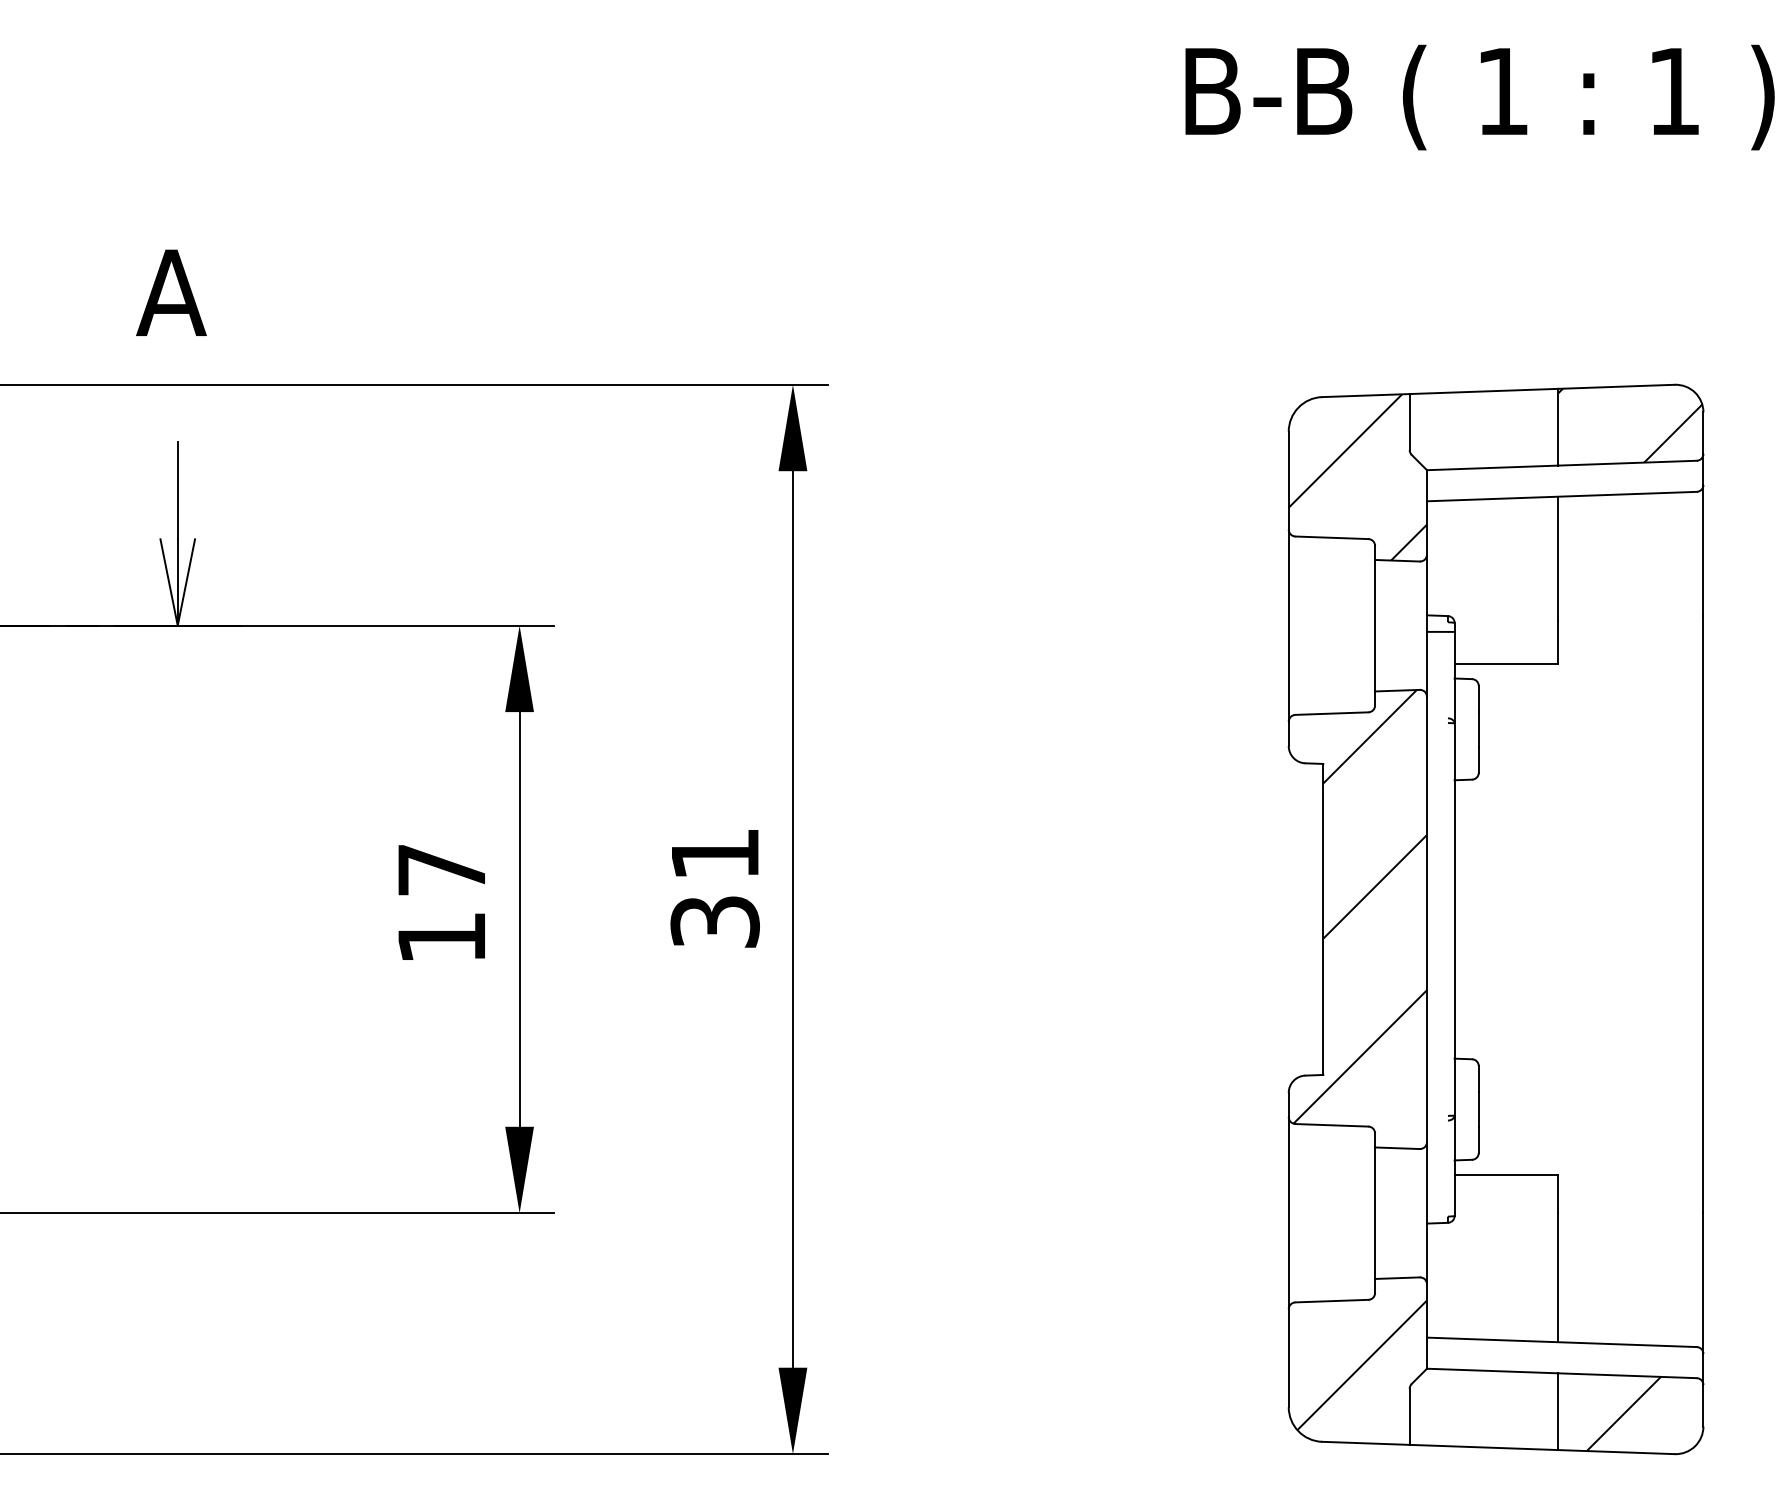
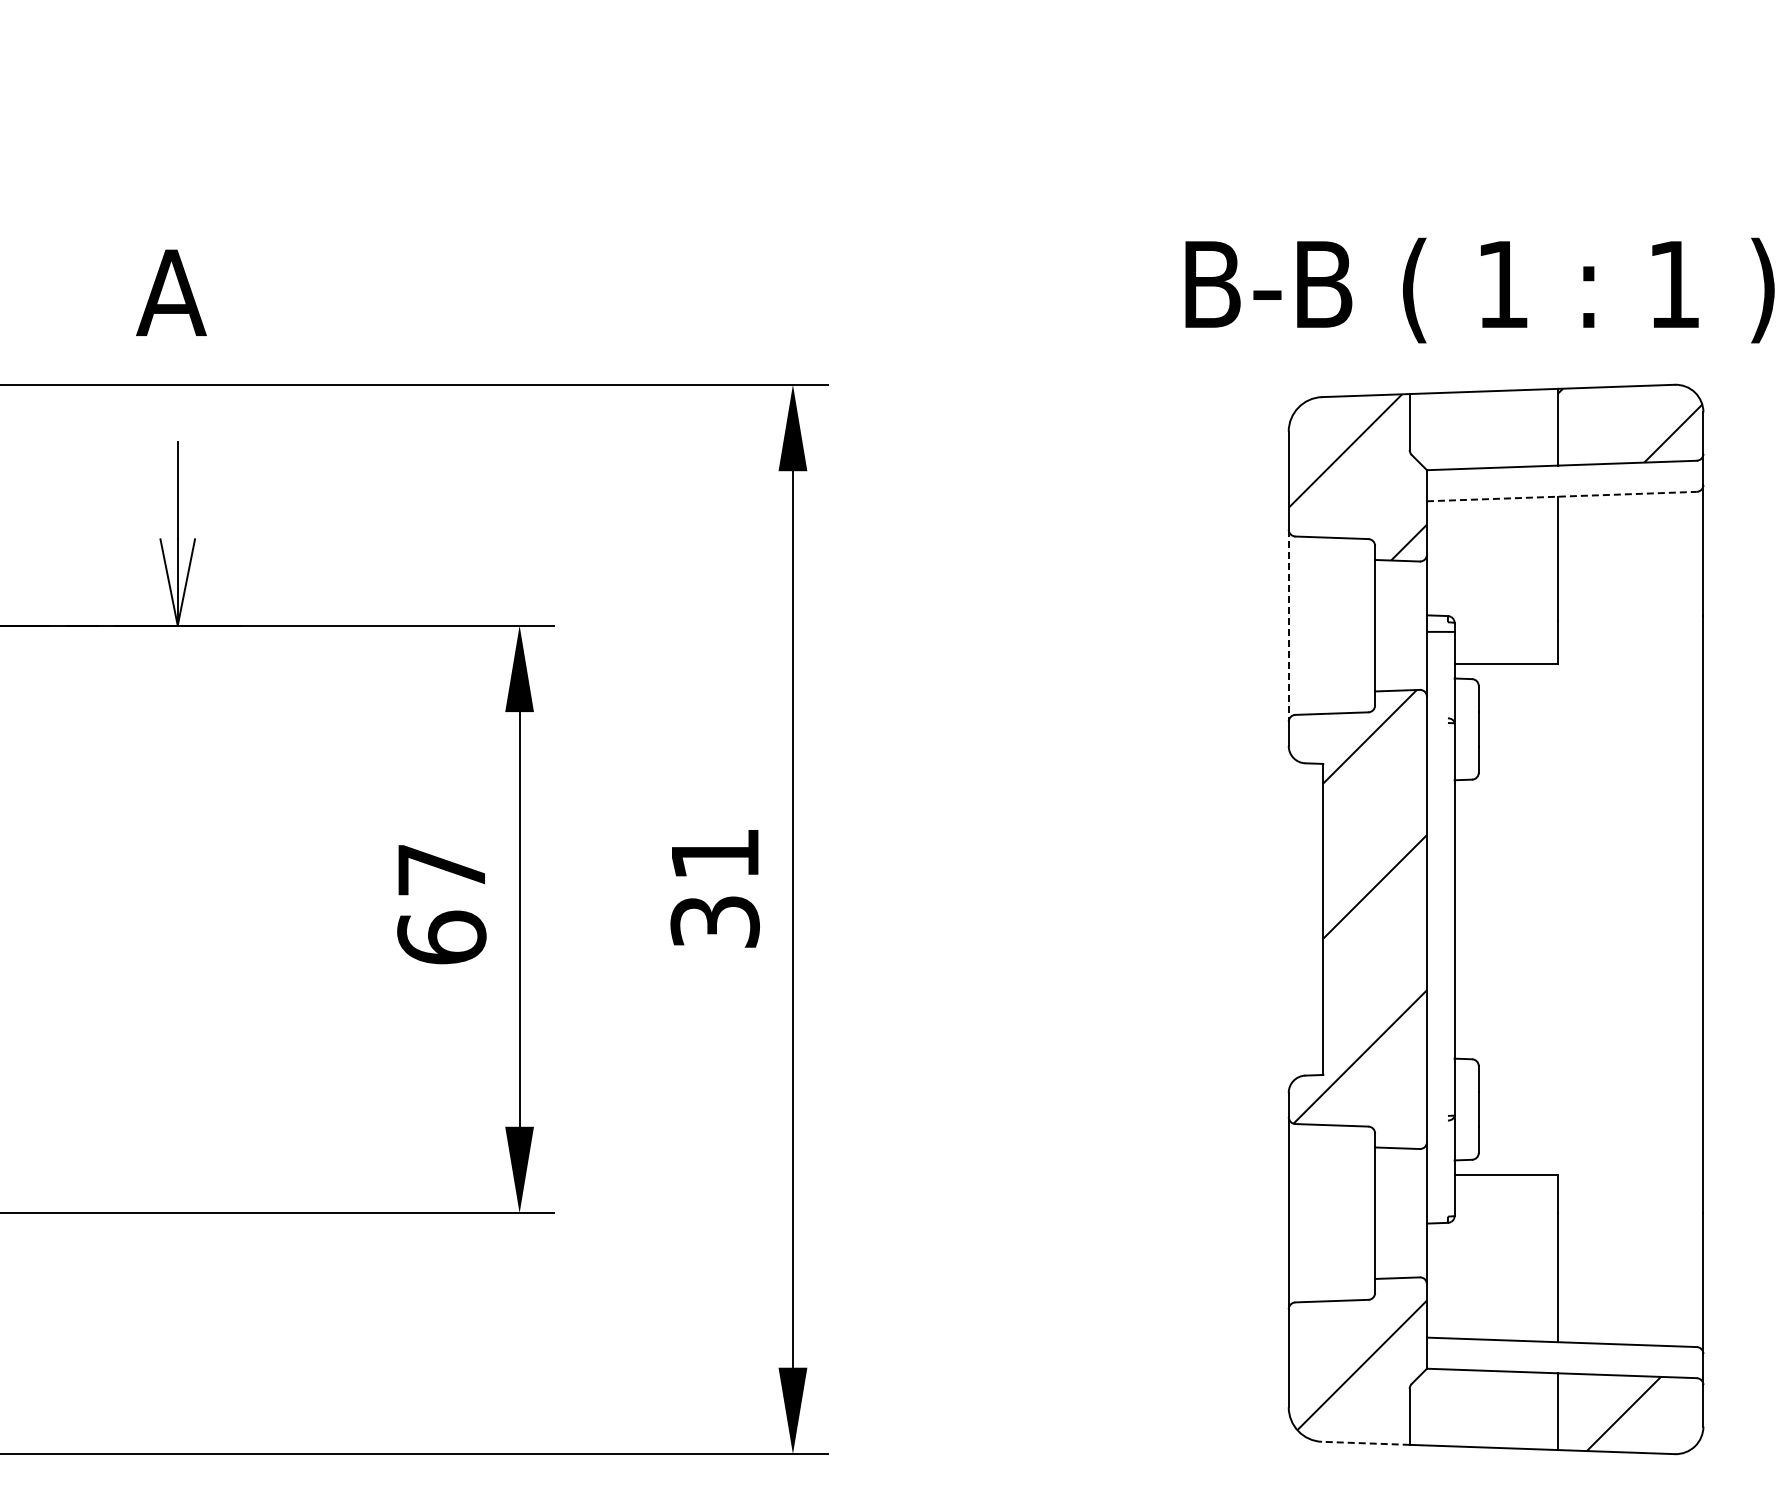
text at (1479, 97) position: (1479, 97) -> (1479, 290)
line at (1561, 496): solid -> dashed
line at (1288, 626): solid -> dashed
text at (441, 937): 17 -> 67
line at (1365, 1443): solid -> dashed
